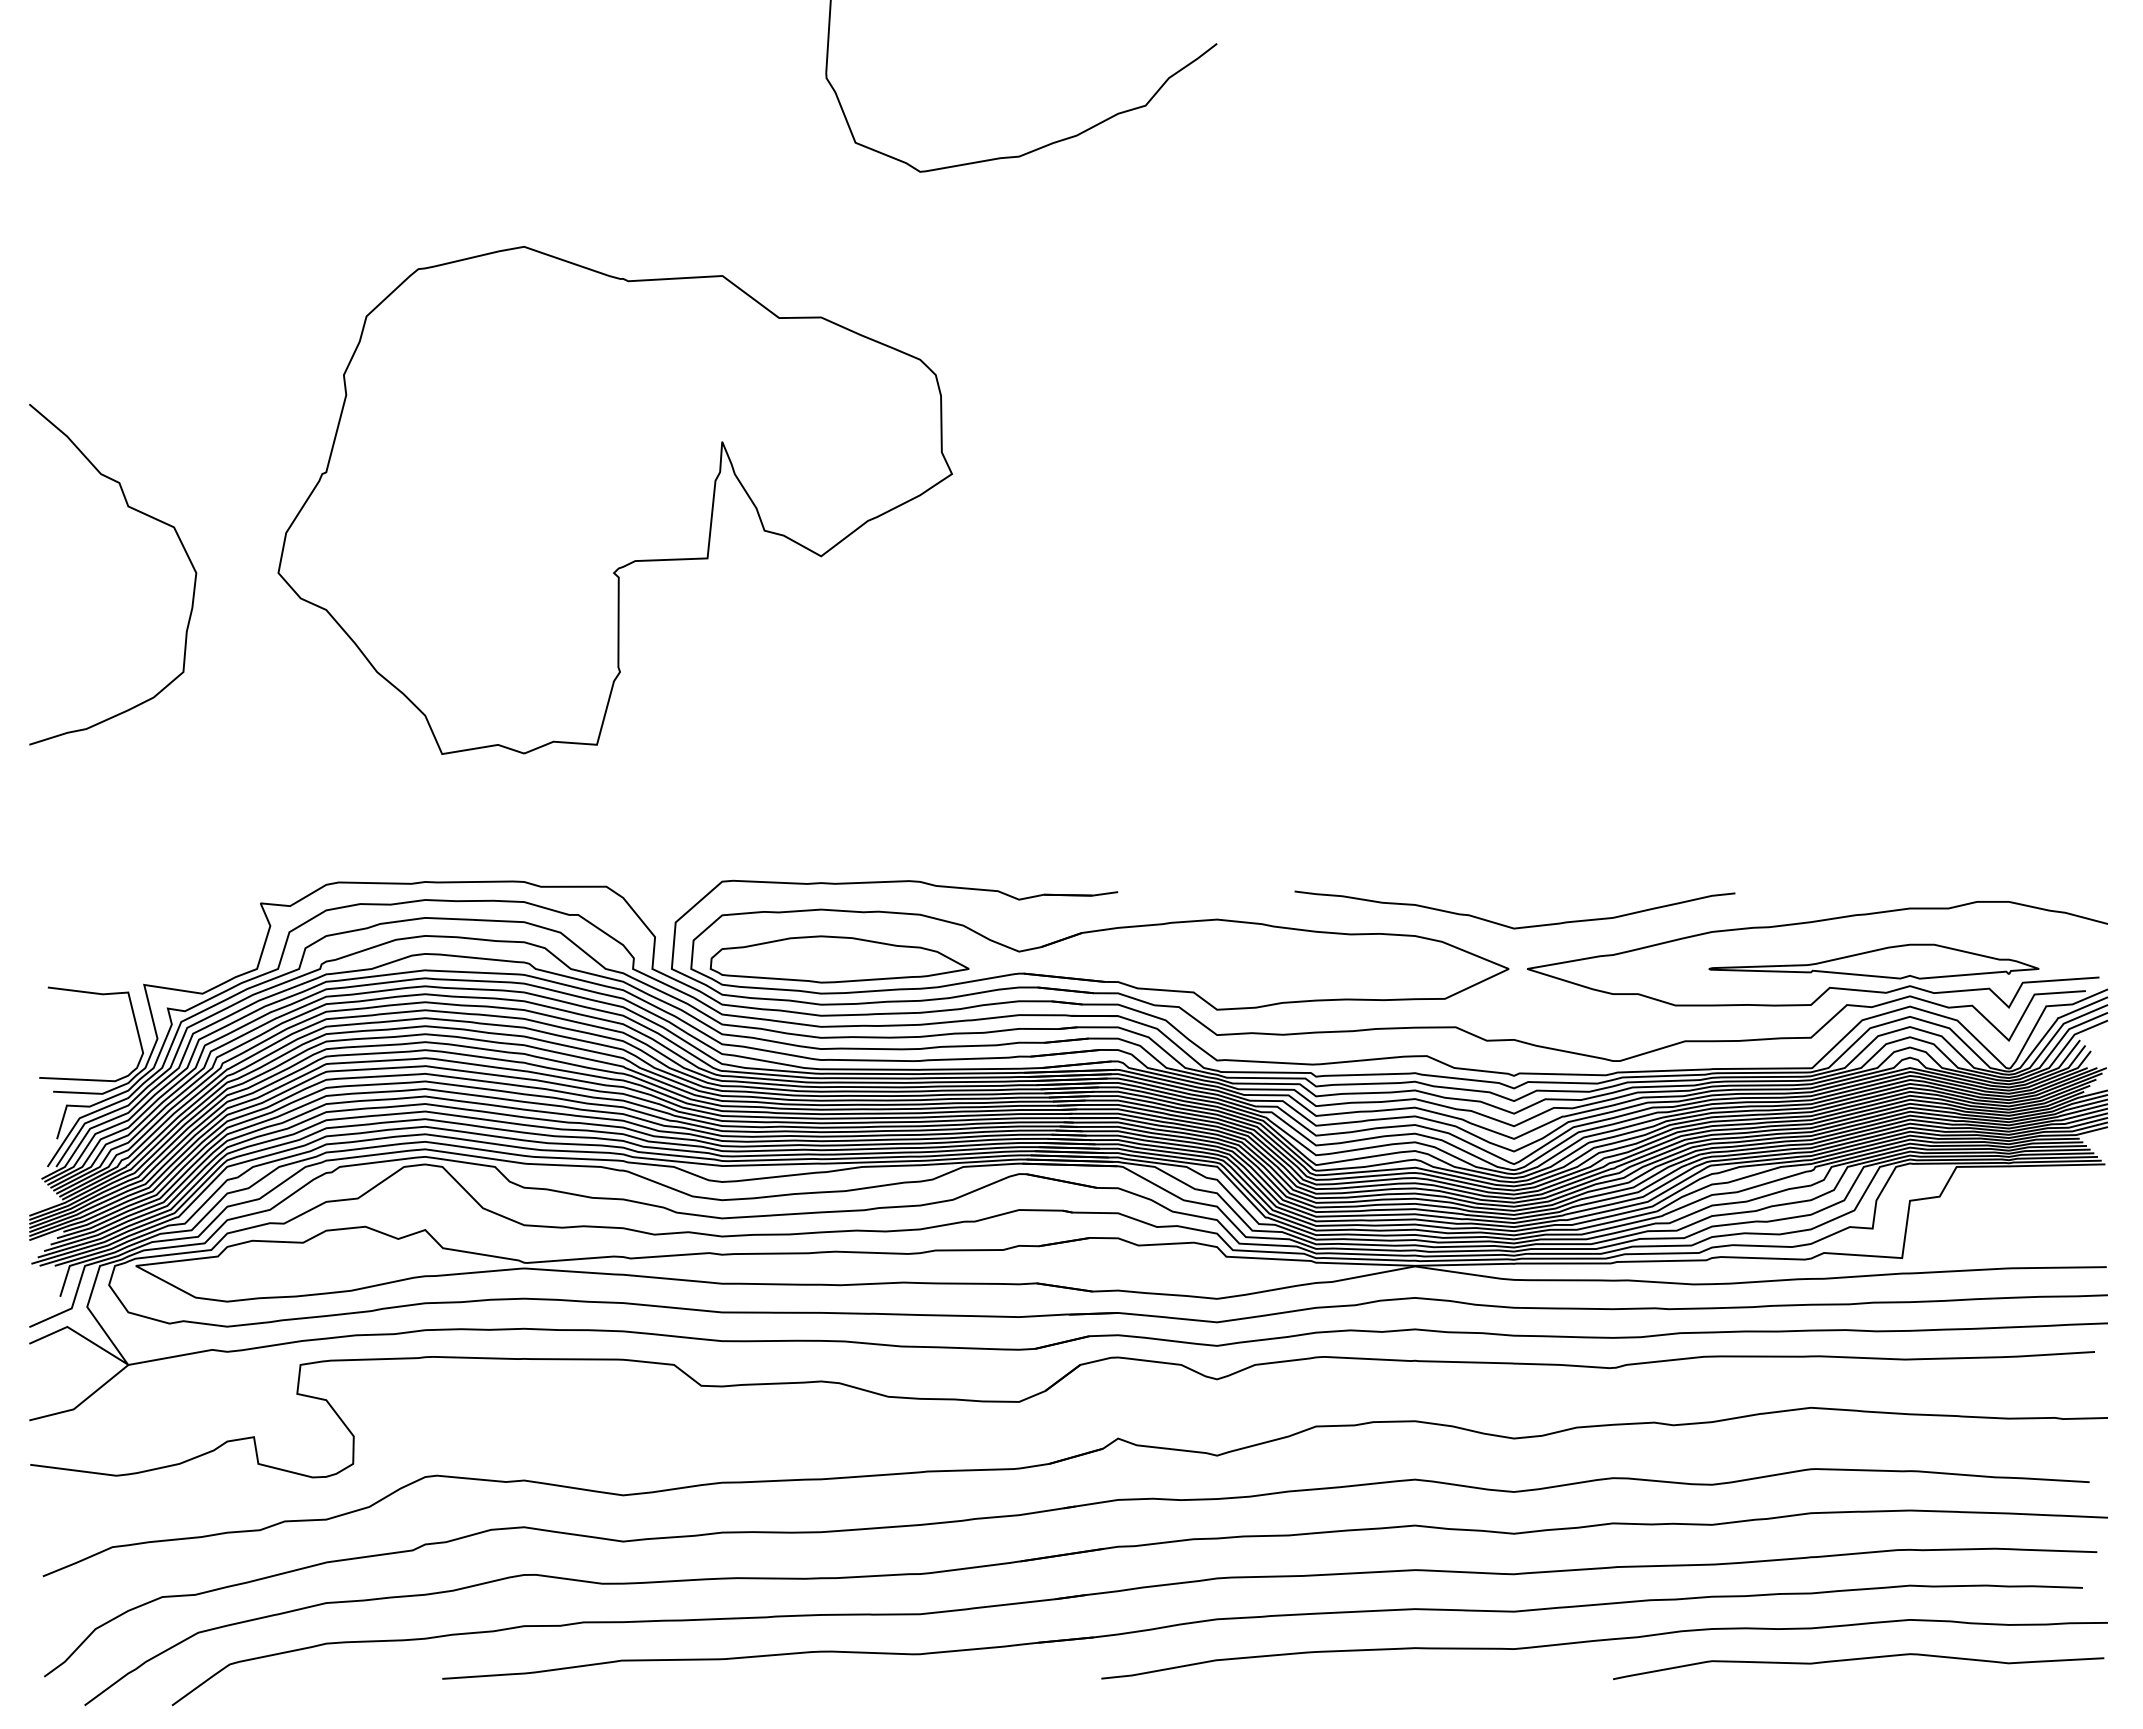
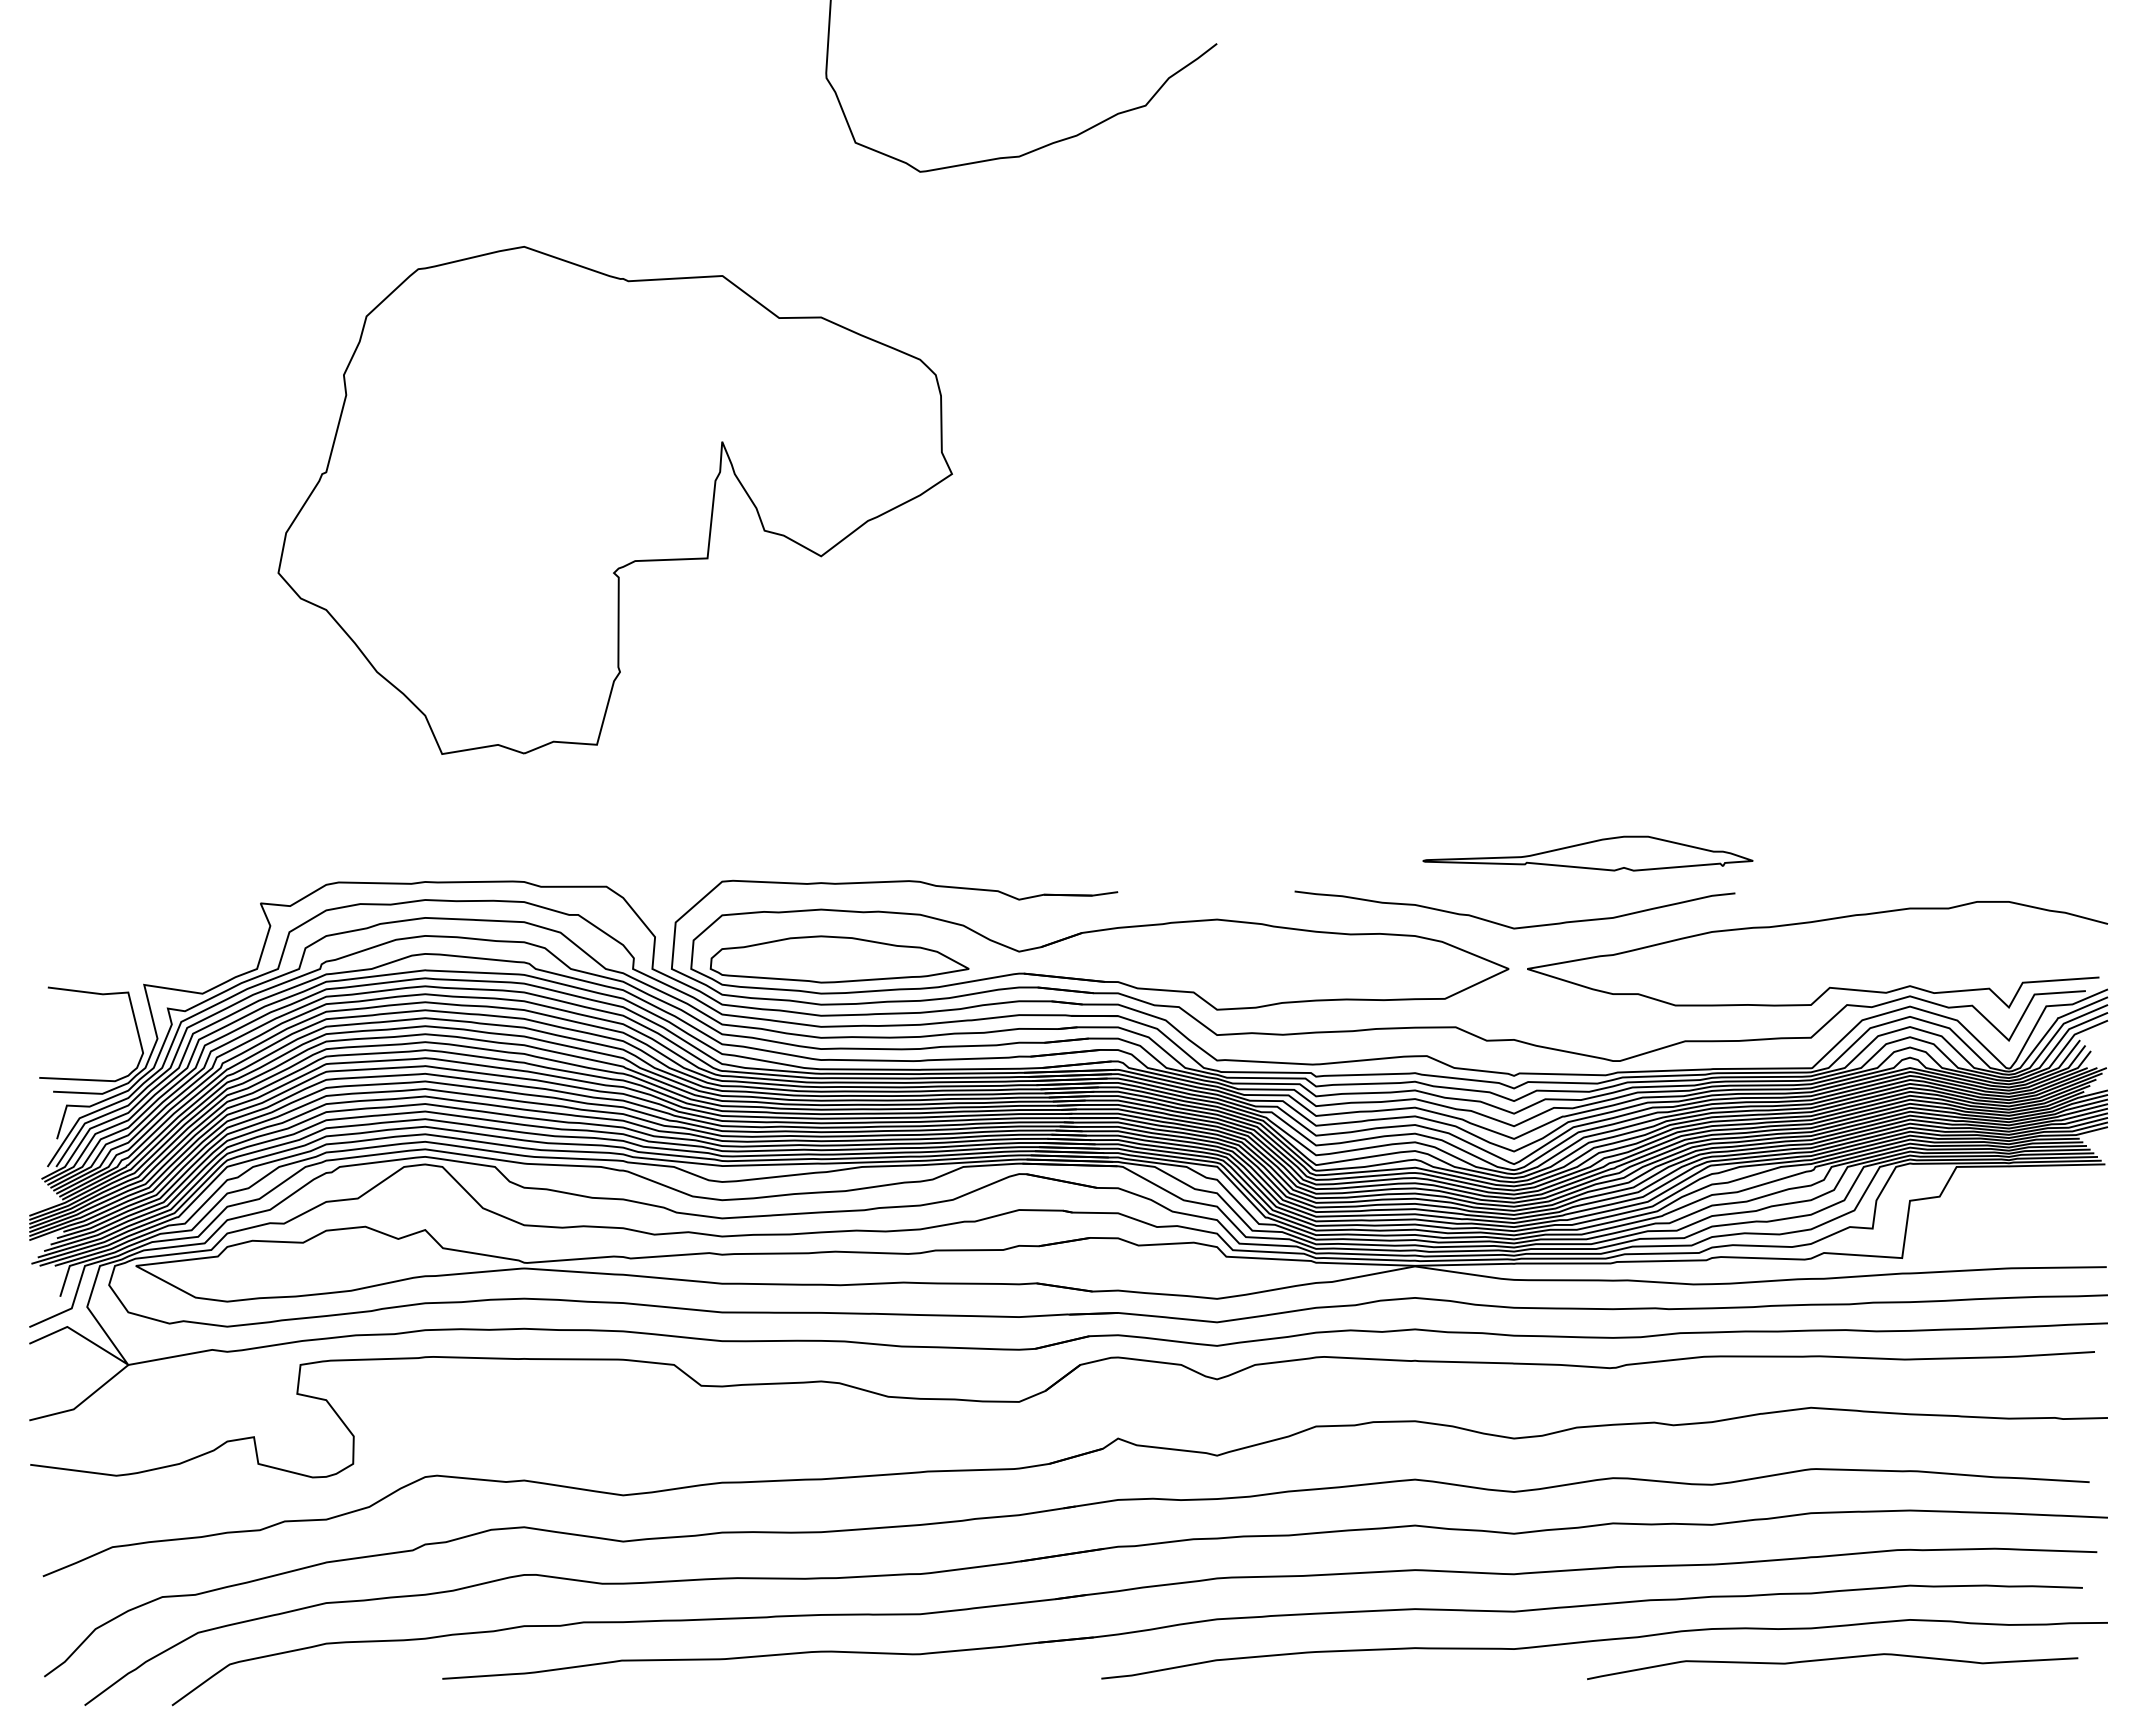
curve at (138, 512): present -> none
part at (1873, 961) position: (1873, 961) -> (1587, 853)
curve at (1855, 1660) position: (1855, 1660) -> (1829, 1660)
